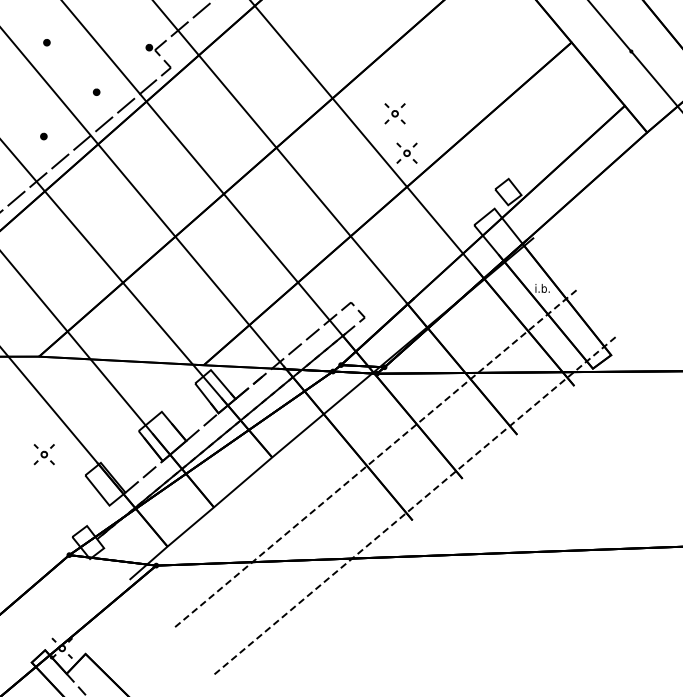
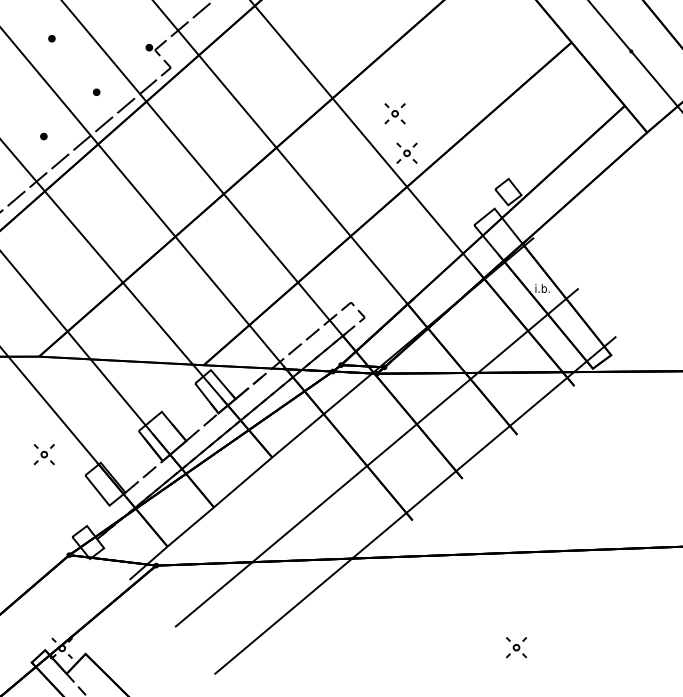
part at (46, 42) position: (46, 42) -> (51, 38)
line at (377, 457): dashed -> solid
line at (415, 505): dashed -> solid
part at (516, 647): none -> present
